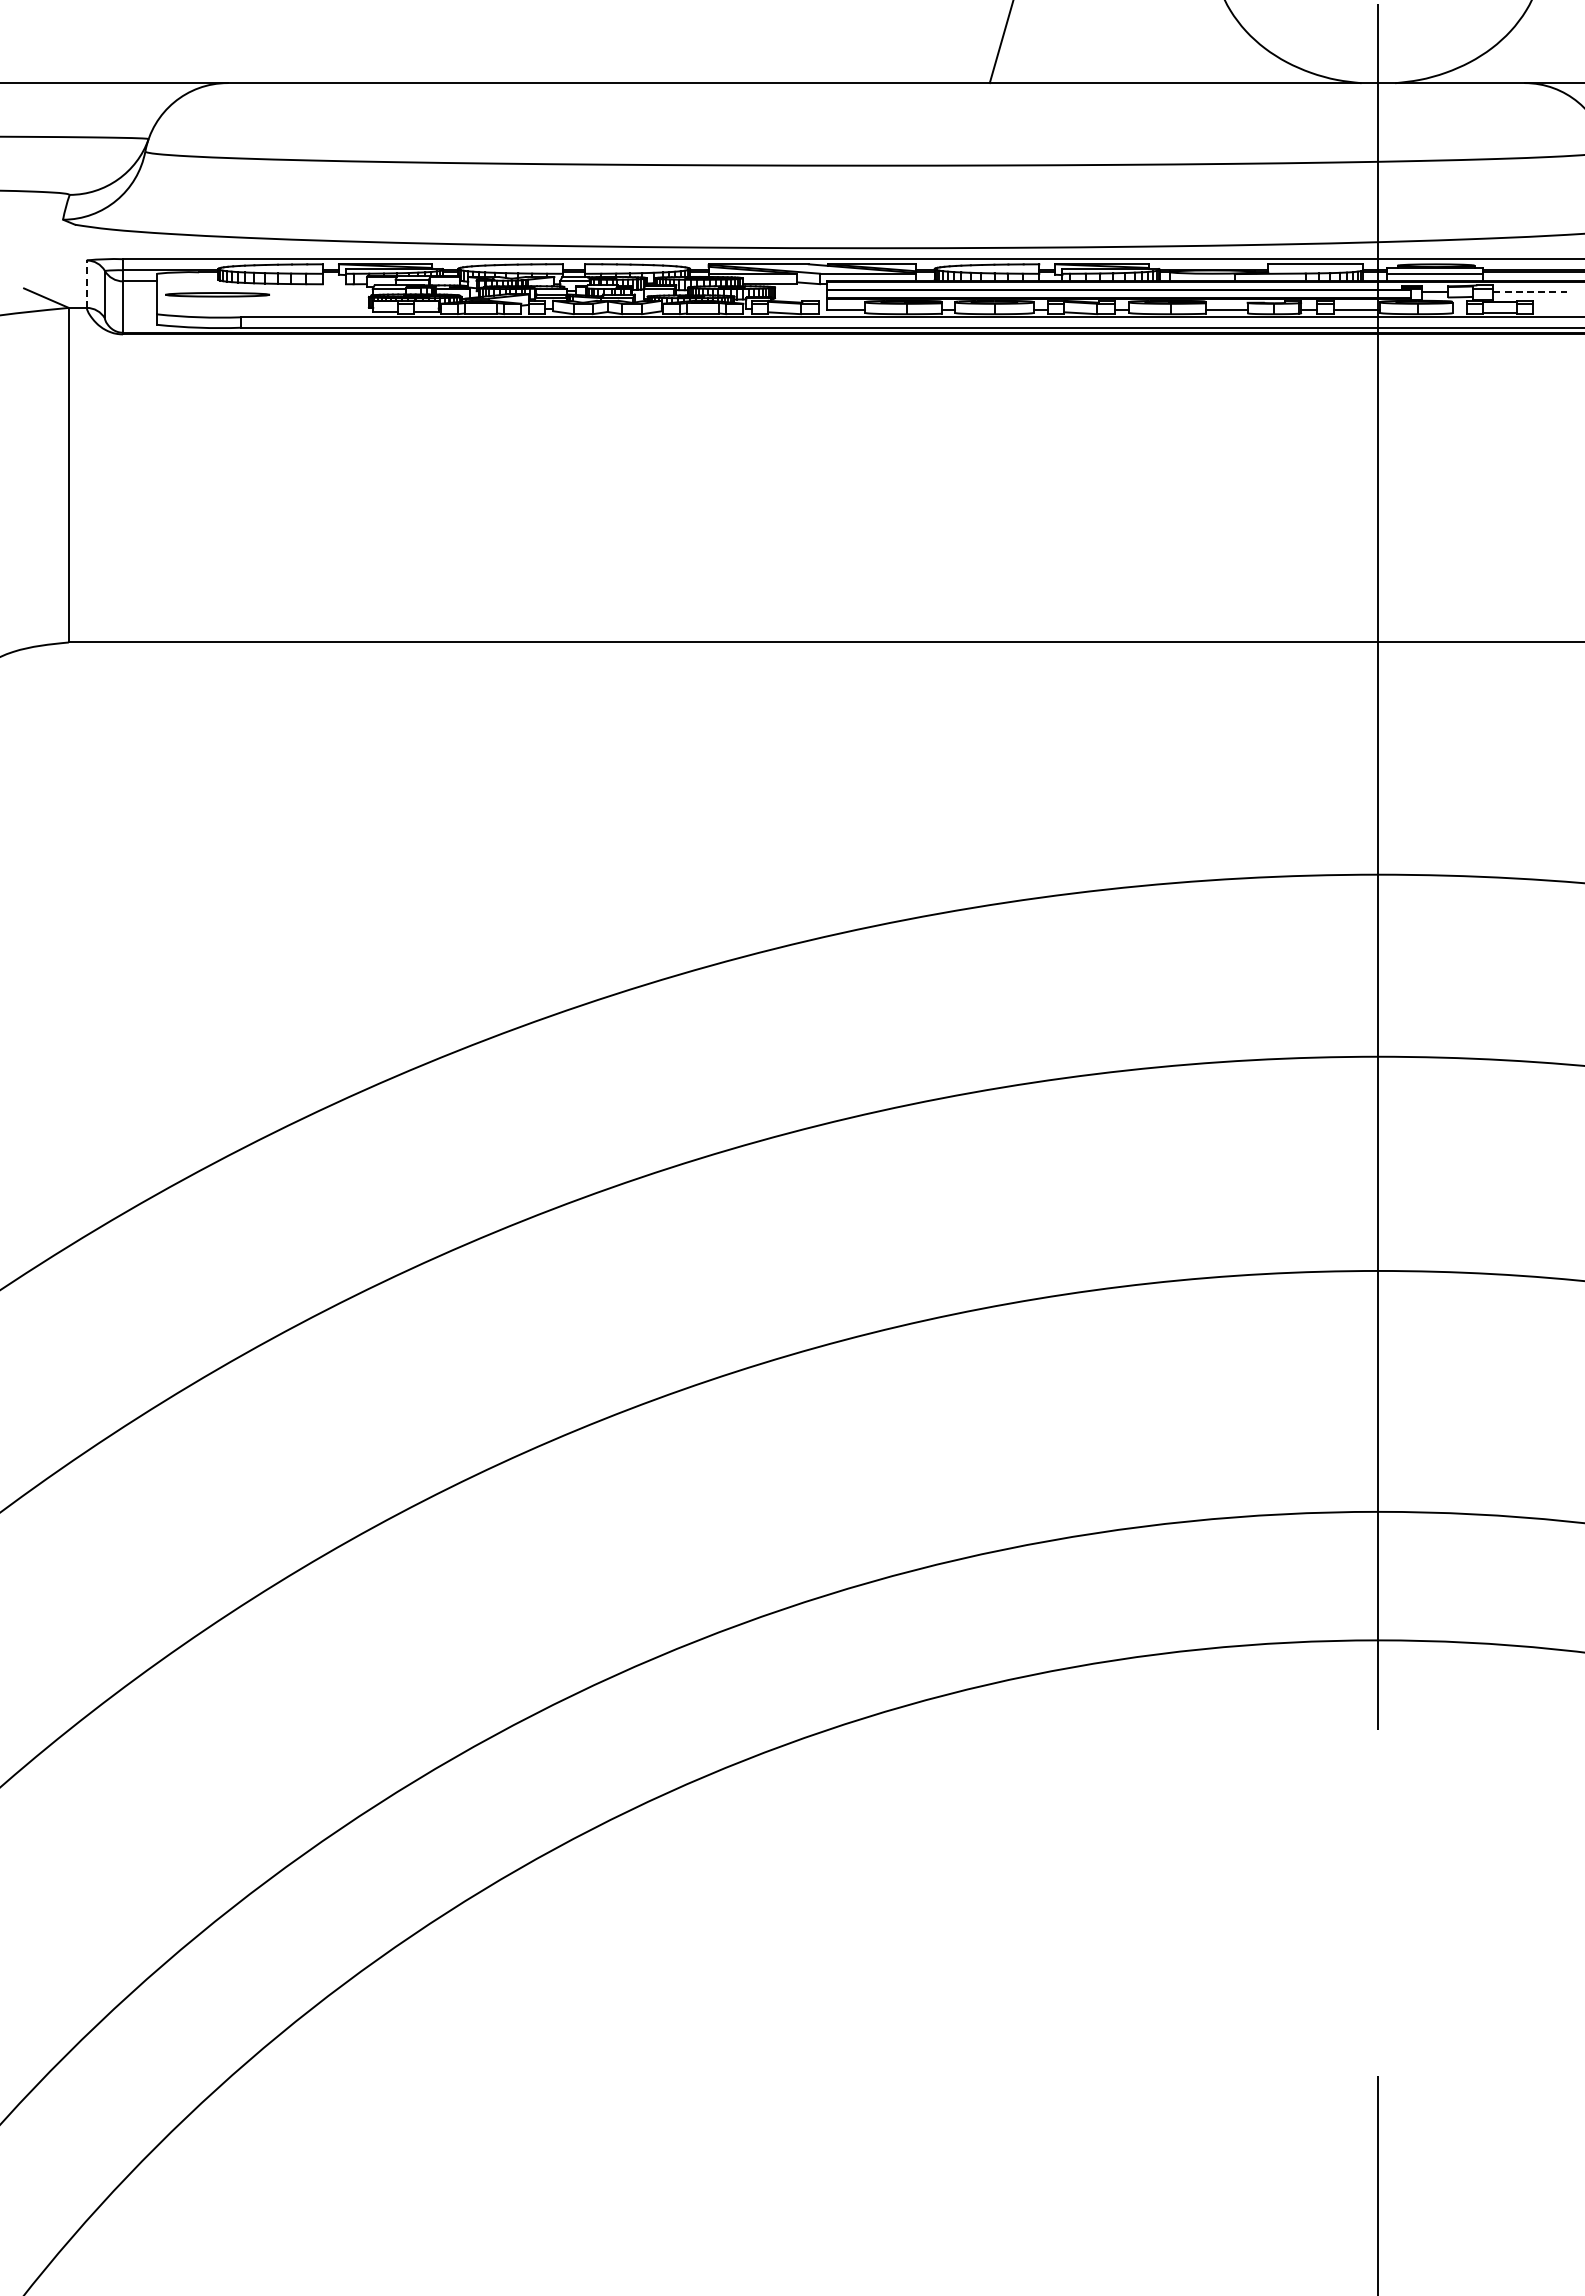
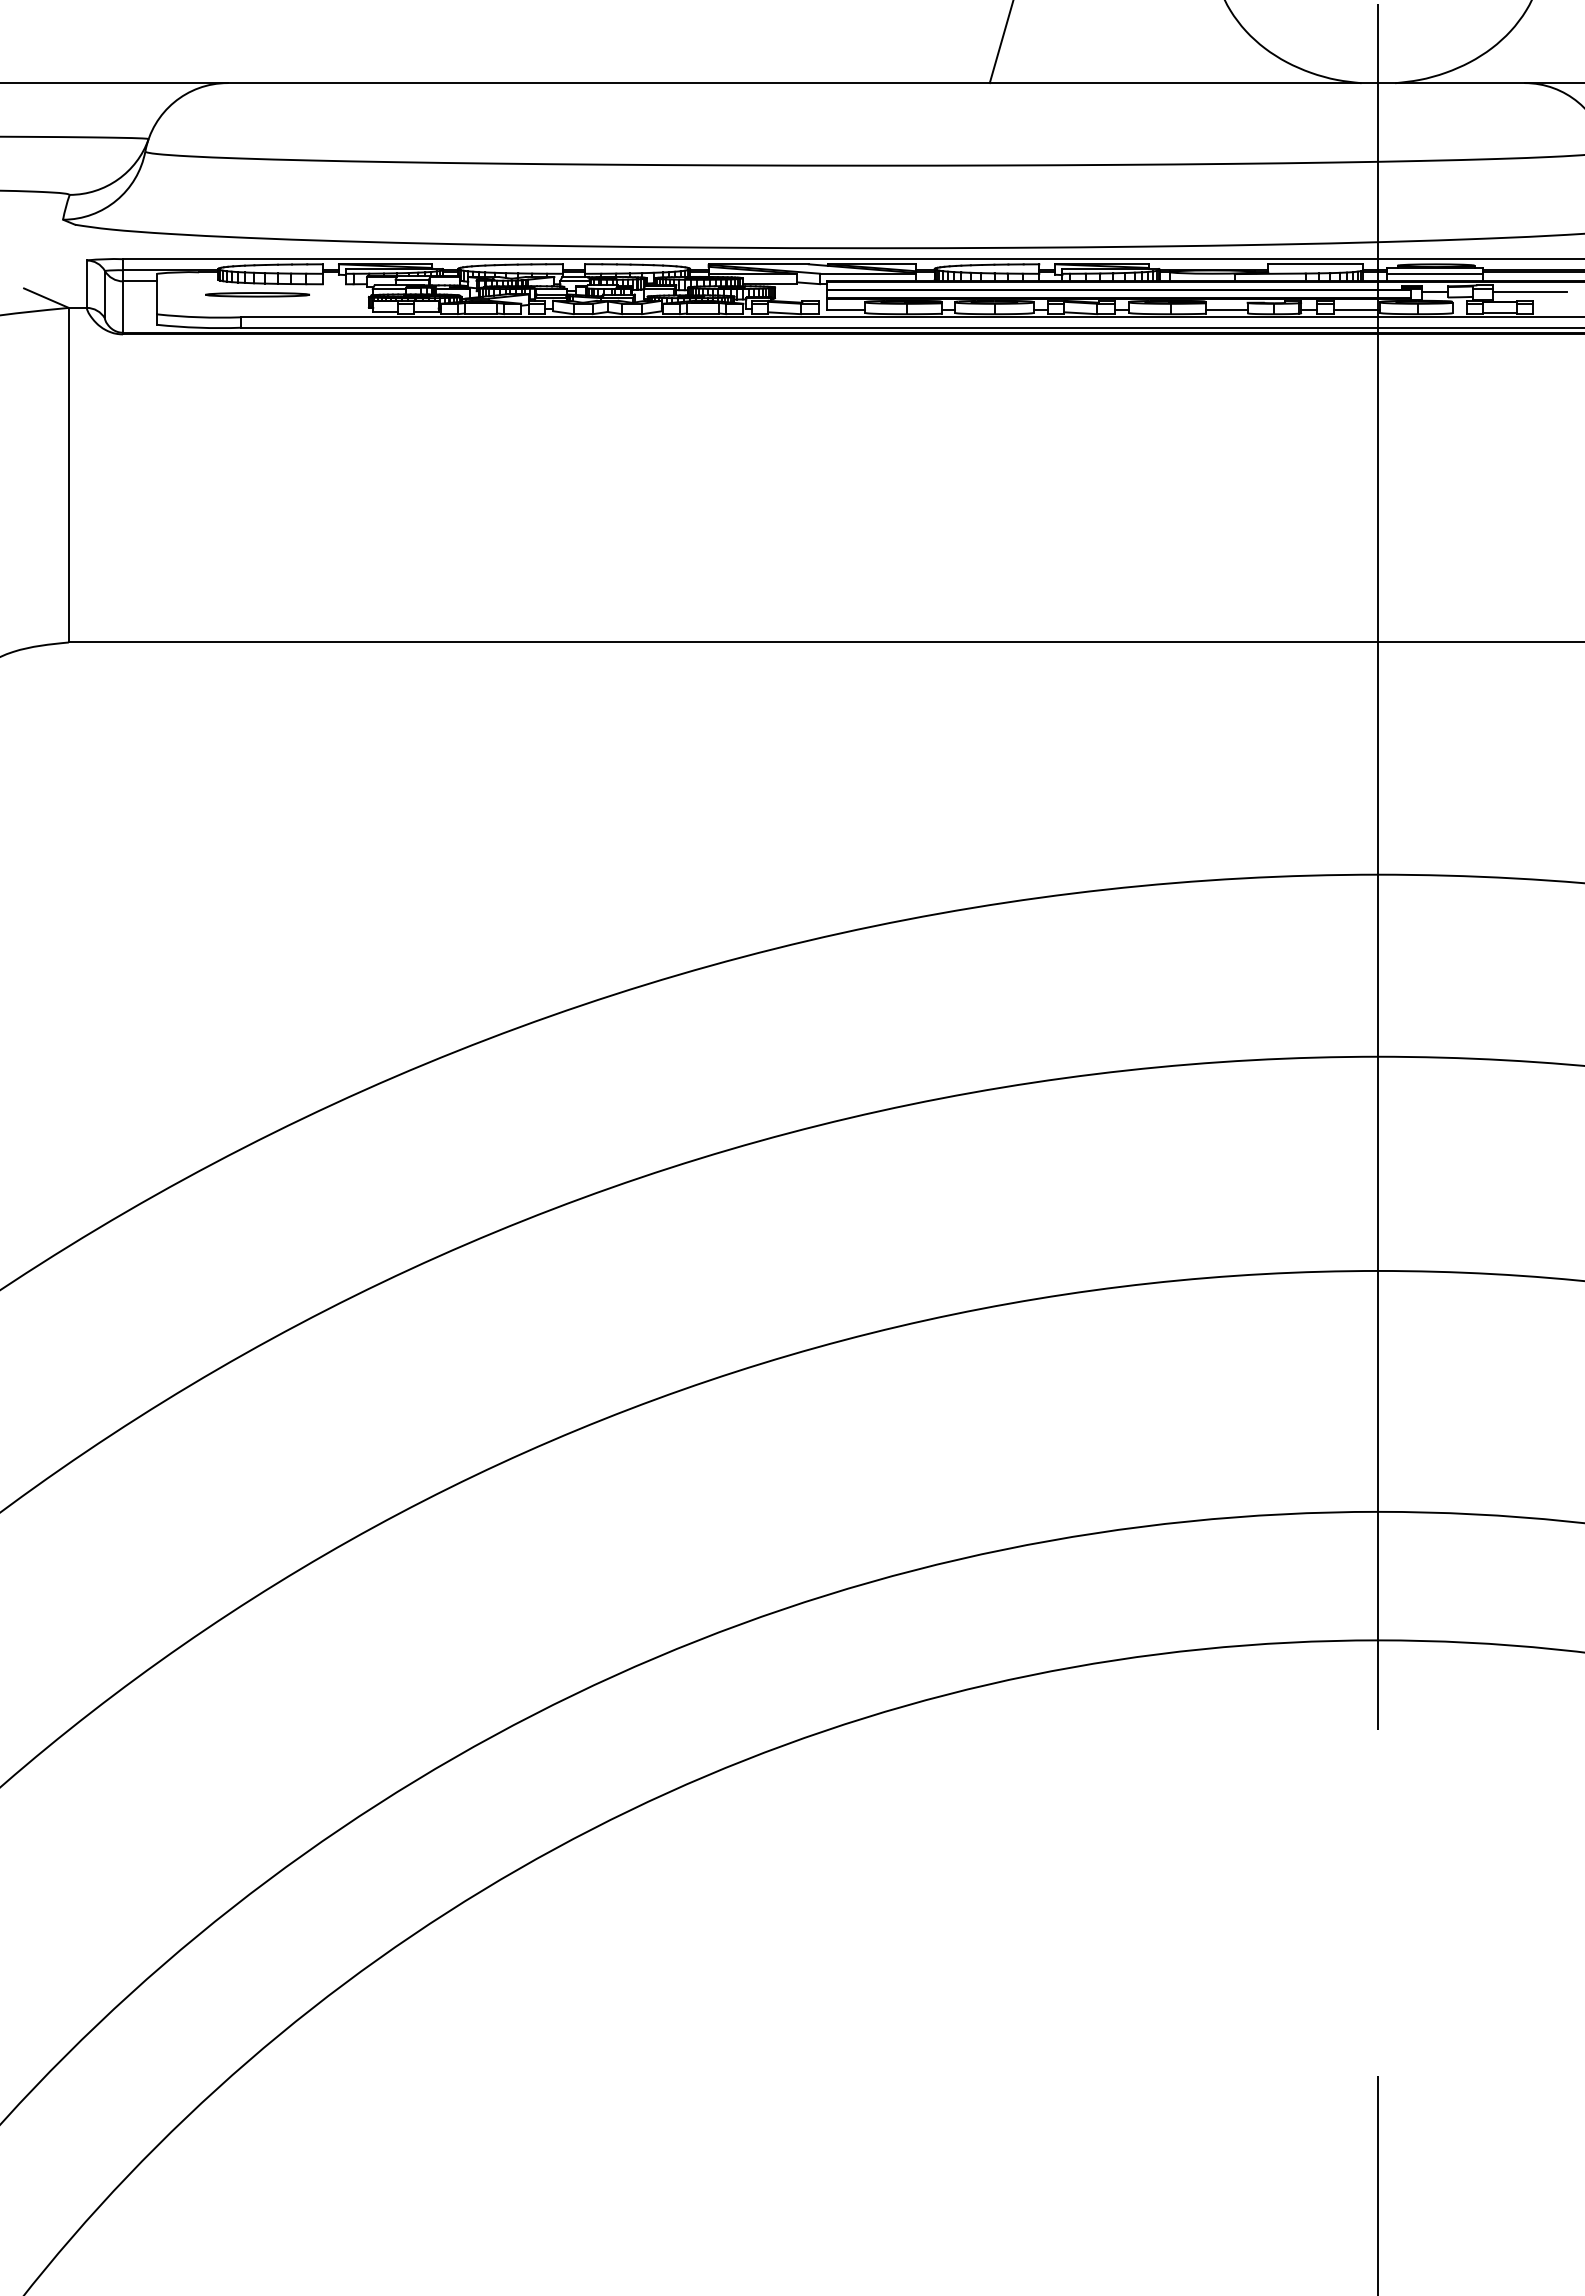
line at (86, 284): dashed -> solid
line at (1530, 292): dashed -> solid
part at (217, 294) position: (217, 294) -> (257, 294)
